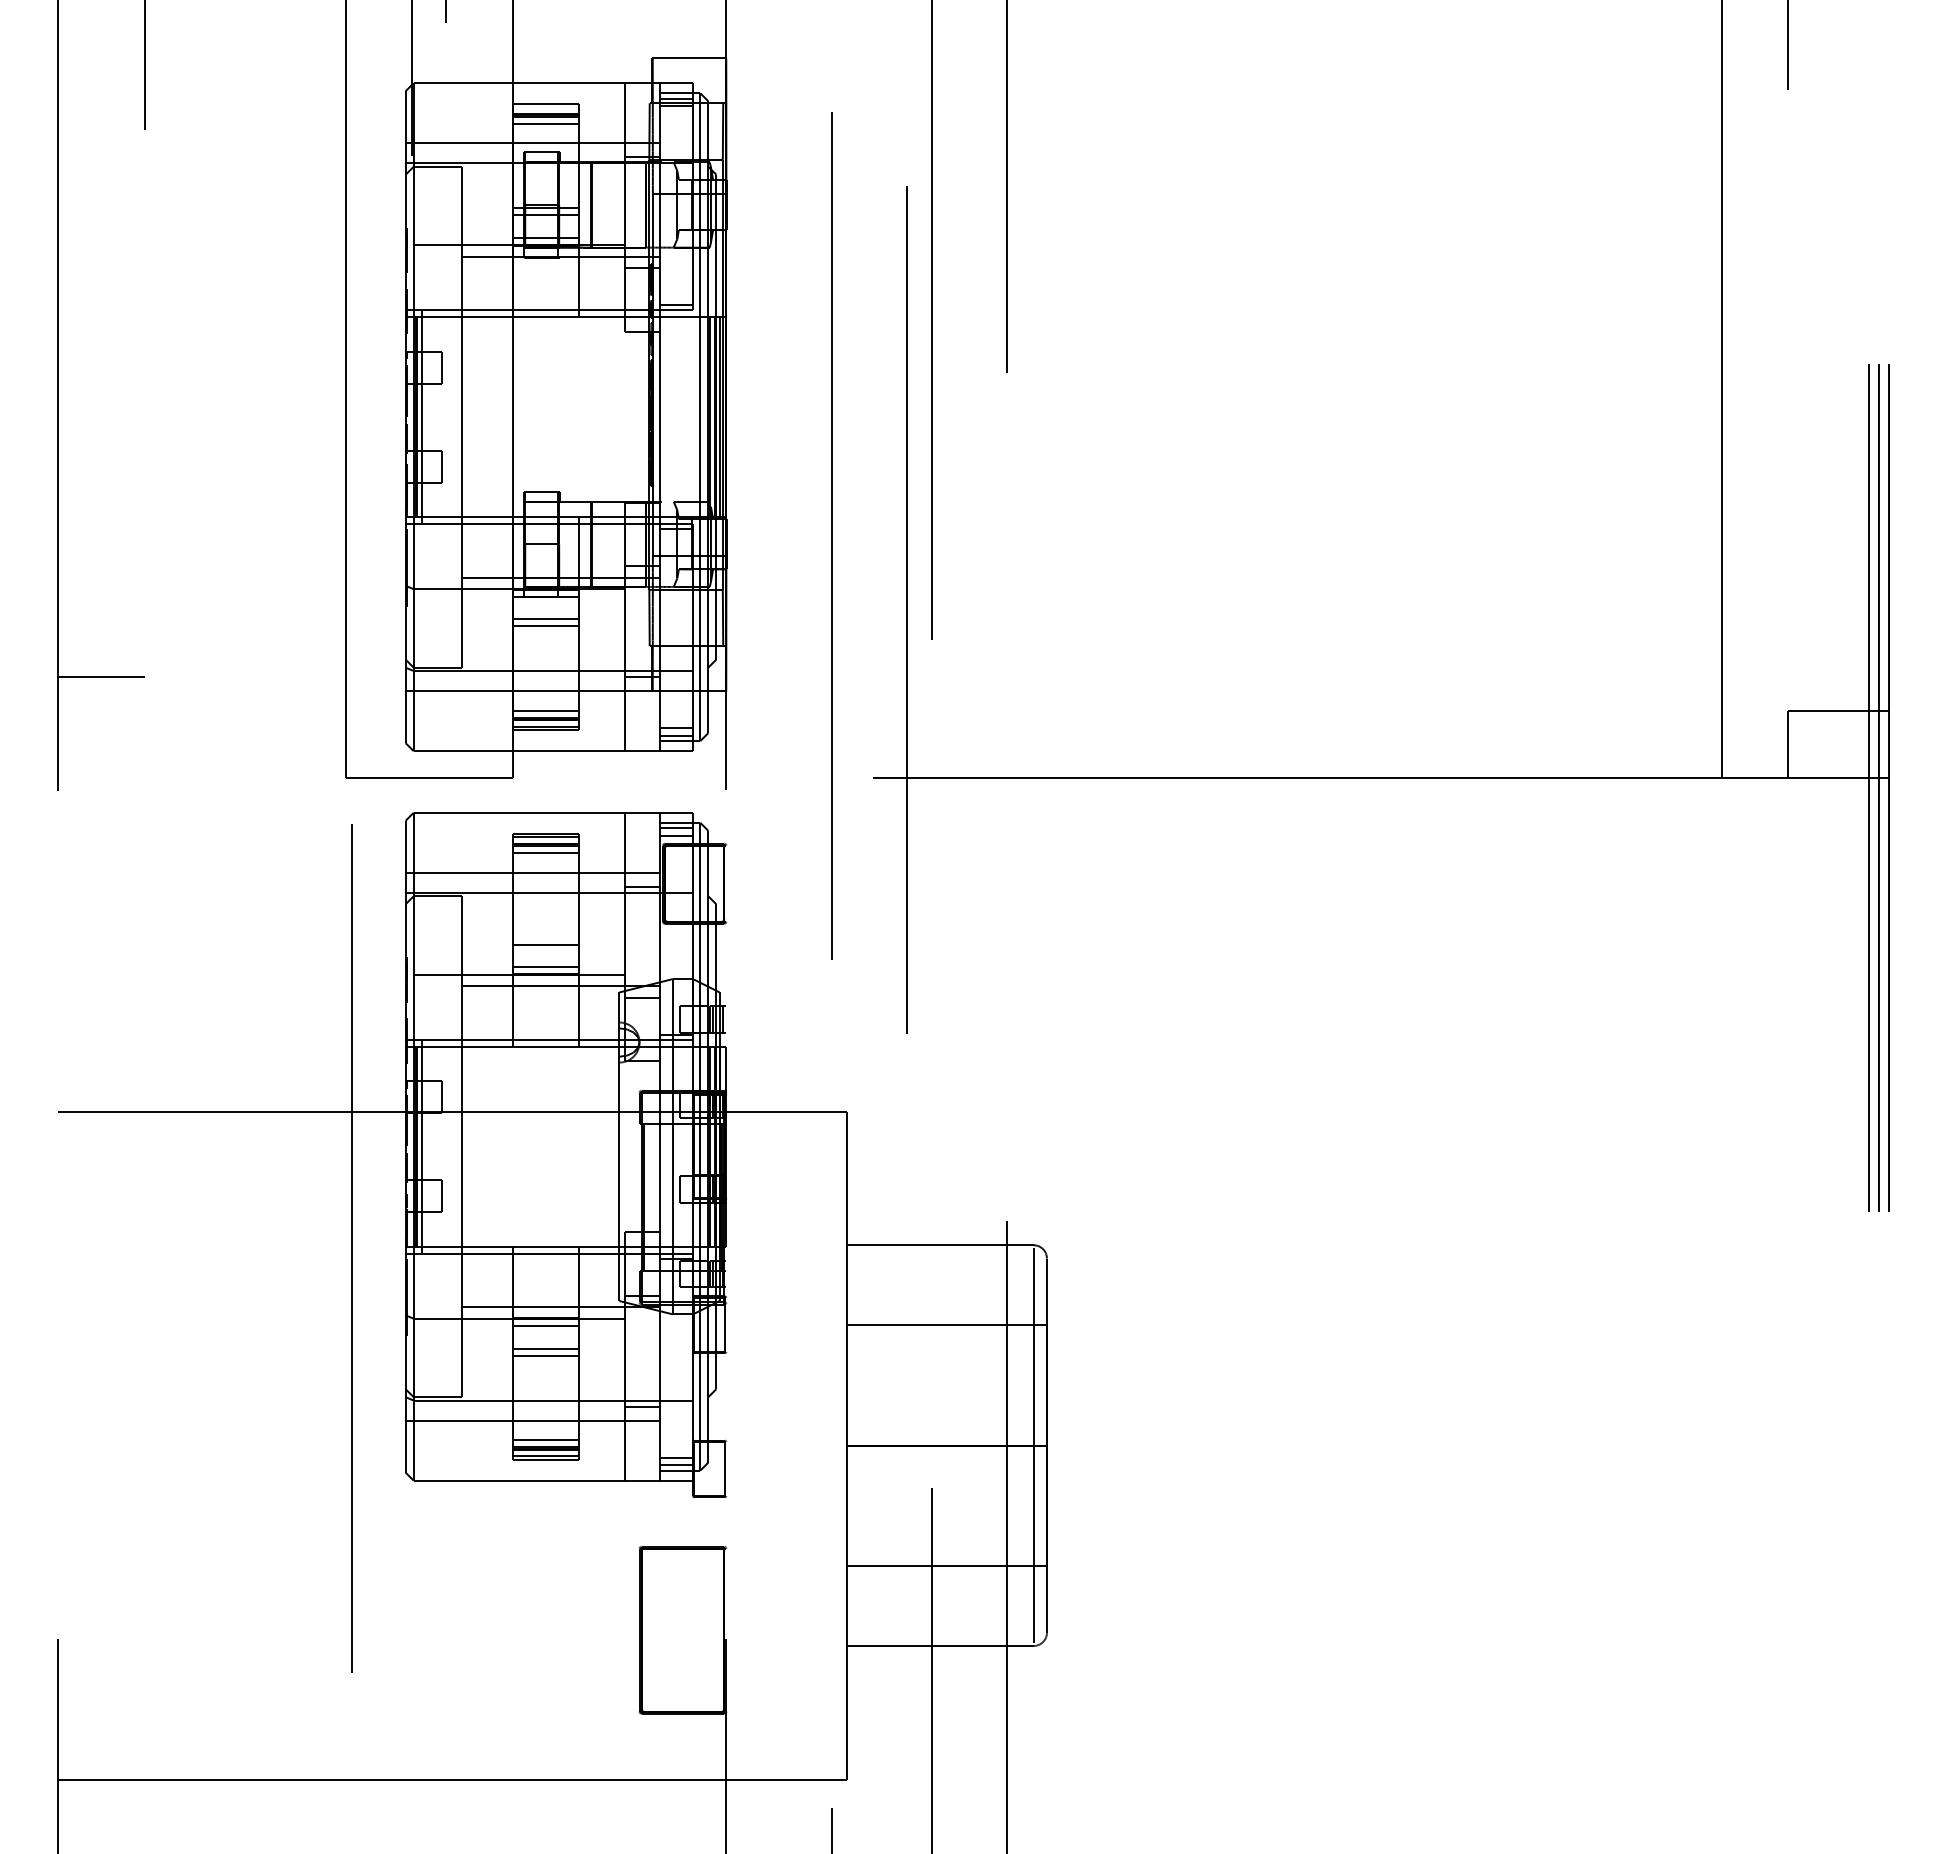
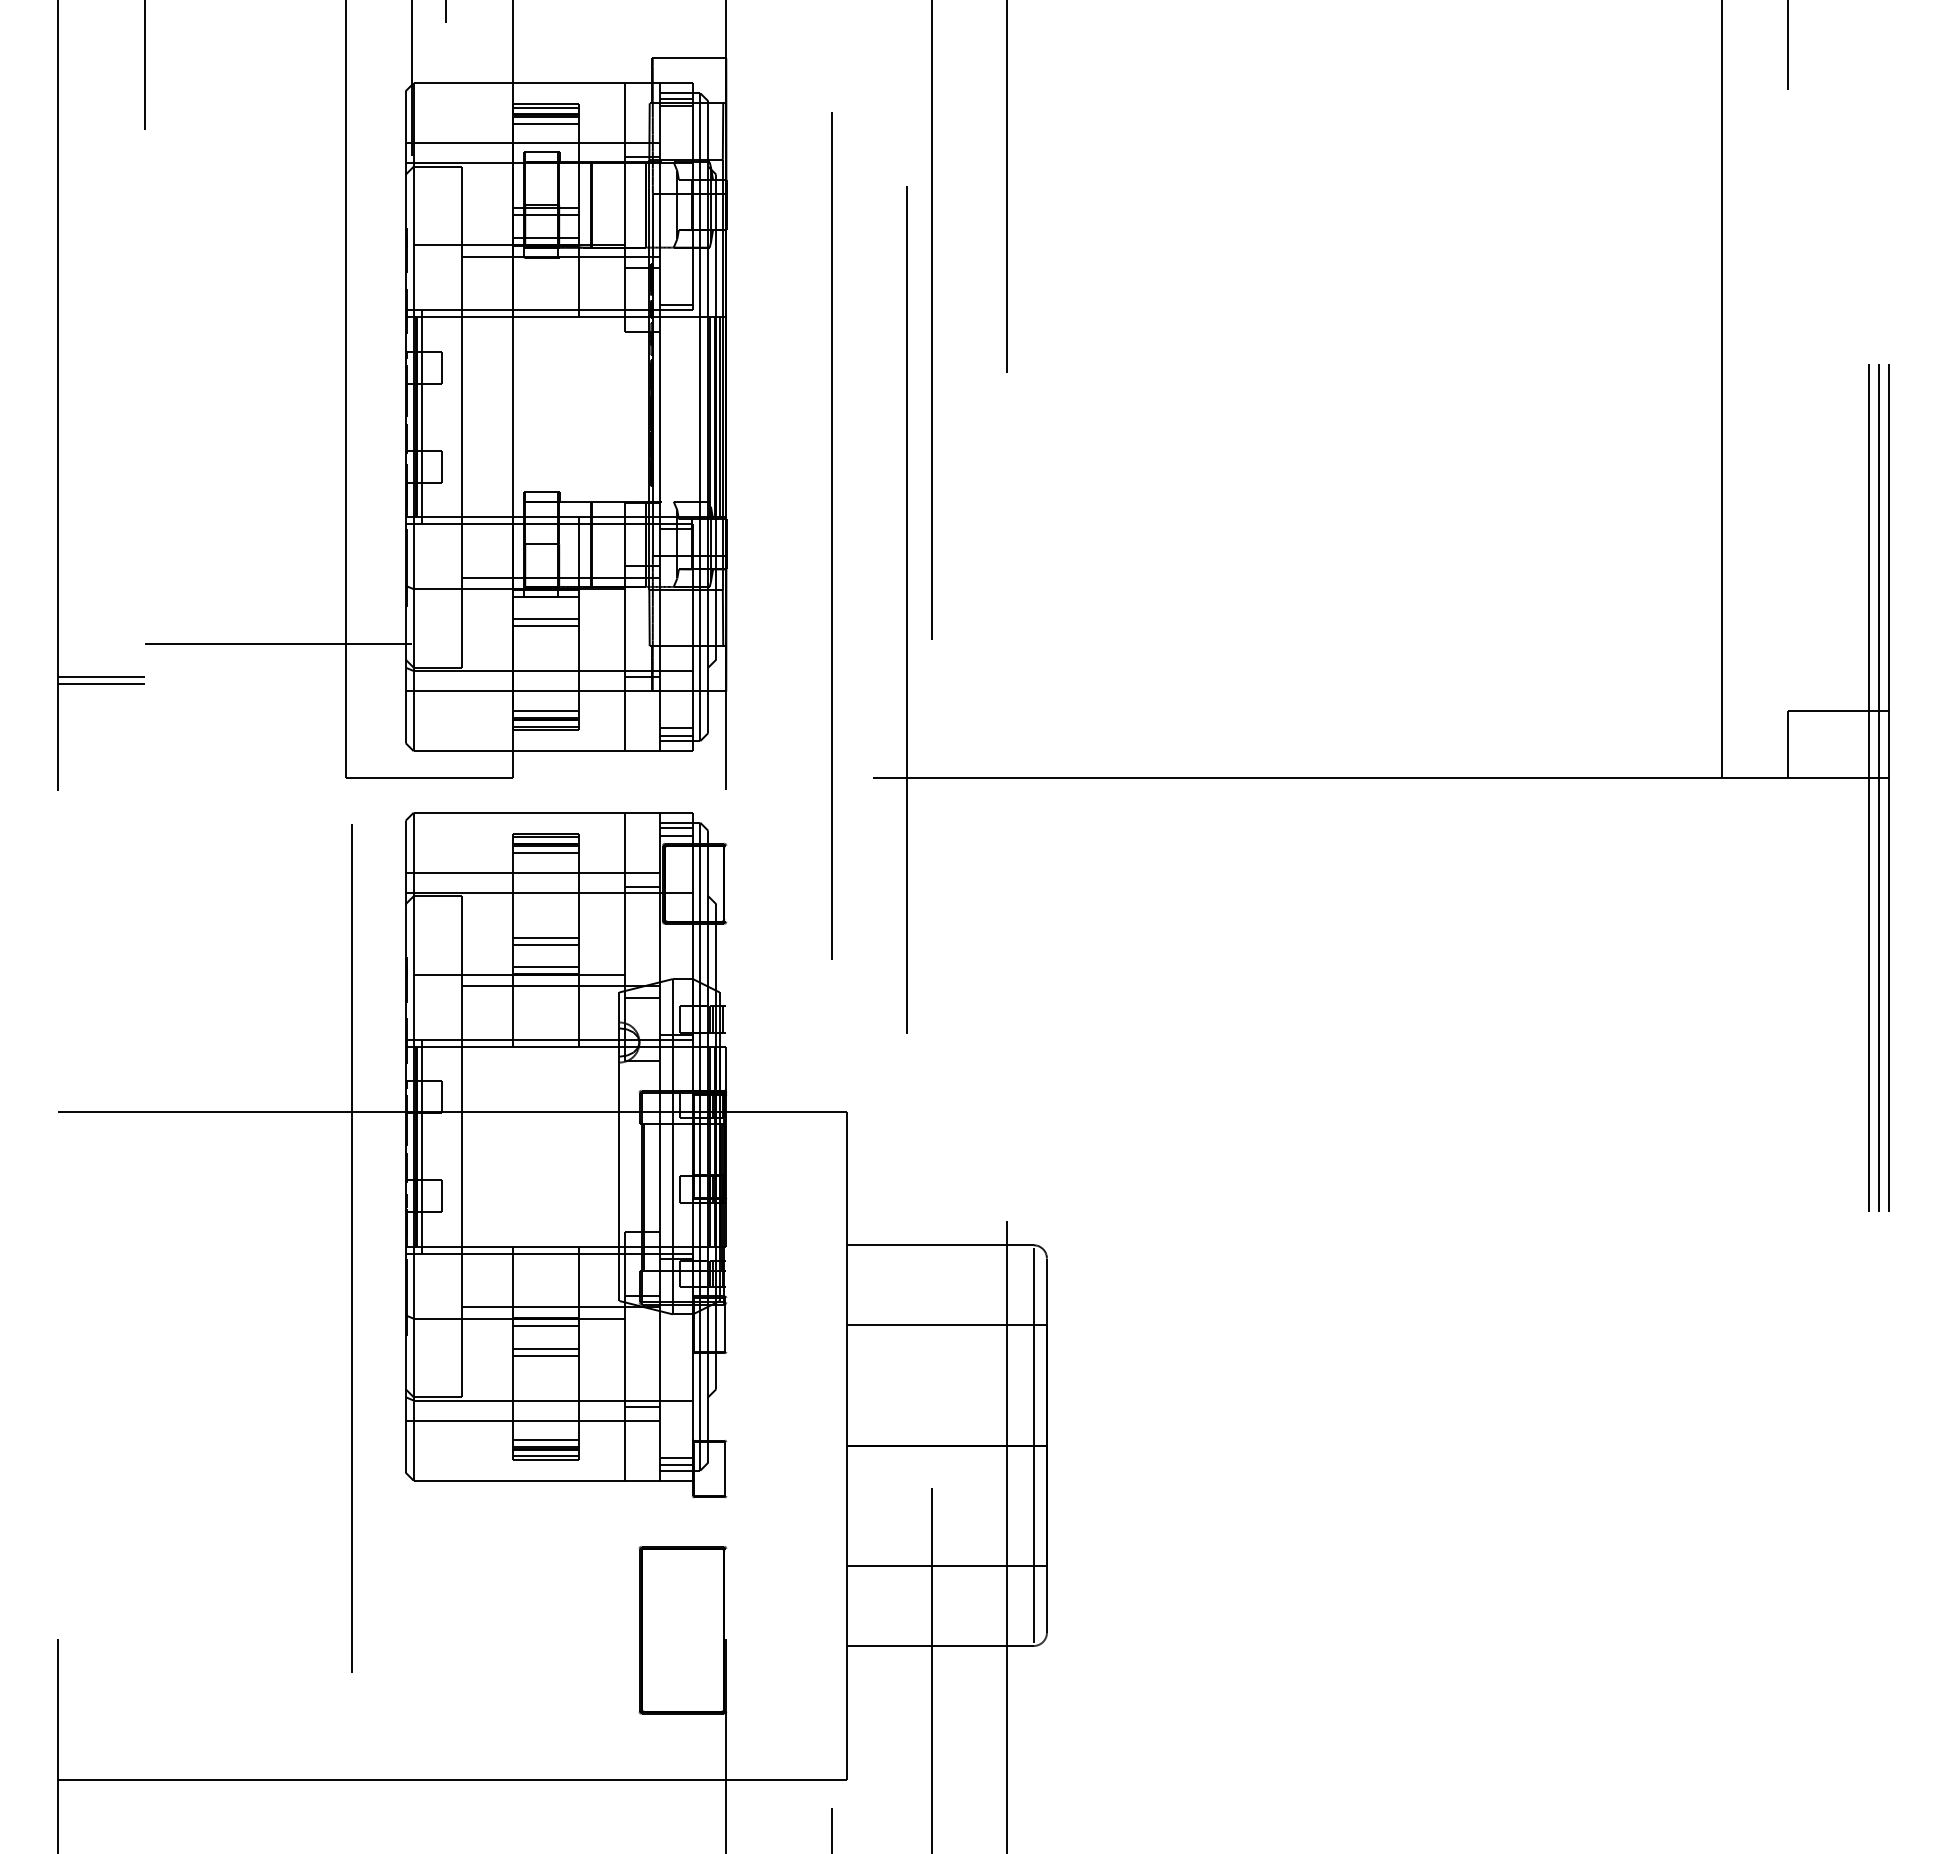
line at (545, 107): none -> present
line at (278, 644): none -> present
line at (101, 684): none -> present
line at (545, 937): none -> present
